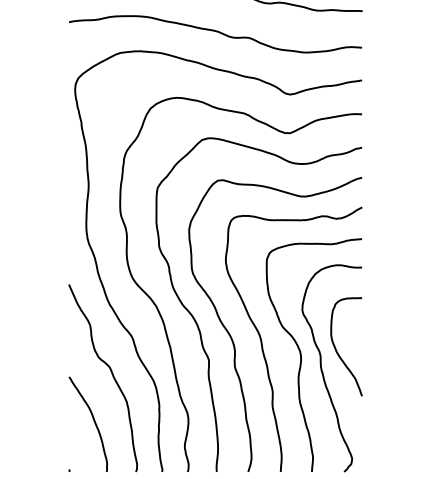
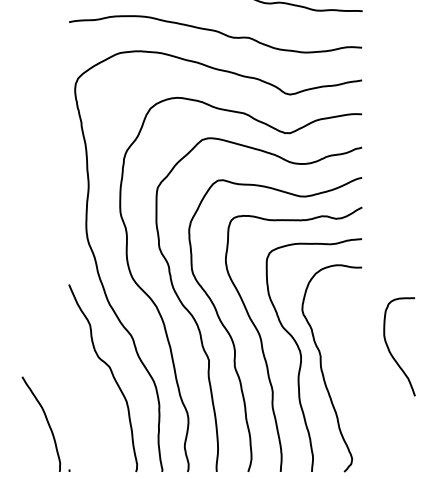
curve at (337, 350) position: (337, 350) -> (390, 350)
curve at (93, 421) position: (93, 421) -> (46, 421)
